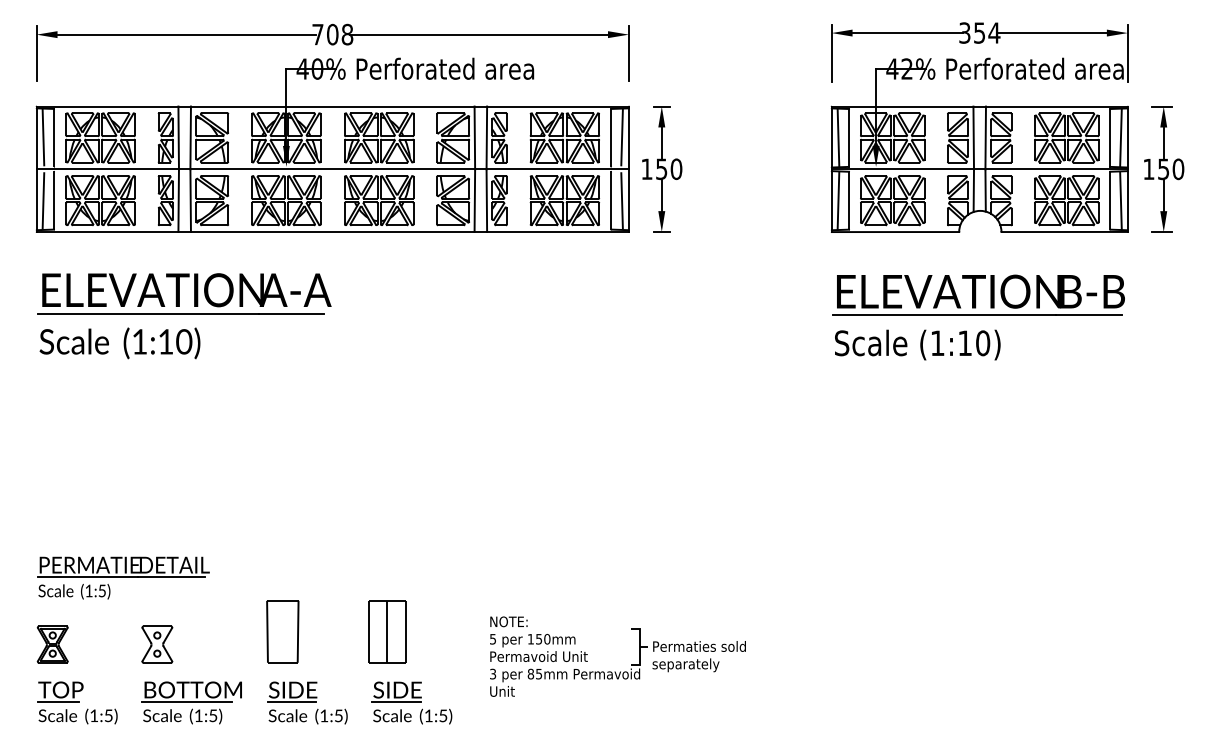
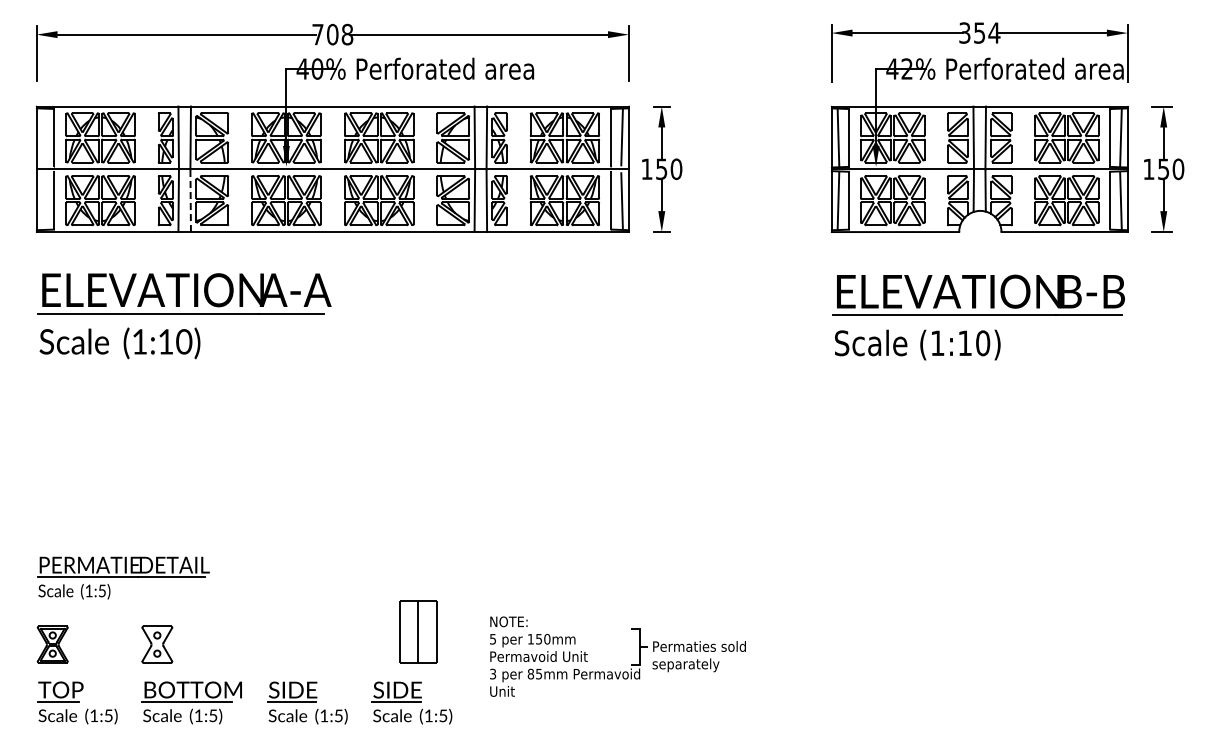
line at (43, 137): present -> none
line at (43, 200): present -> none
line at (190, 200): solid -> dashed
part at (282, 631): present -> none
part at (387, 631) position: (387, 631) -> (418, 631)
